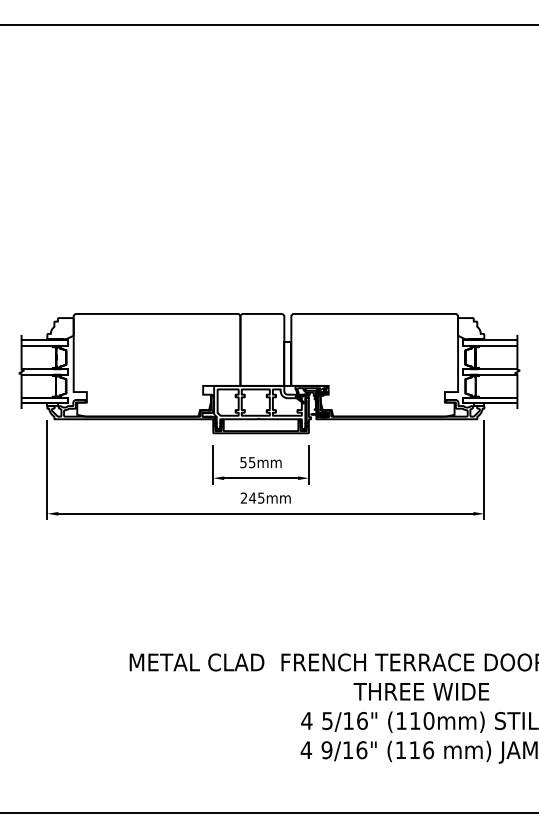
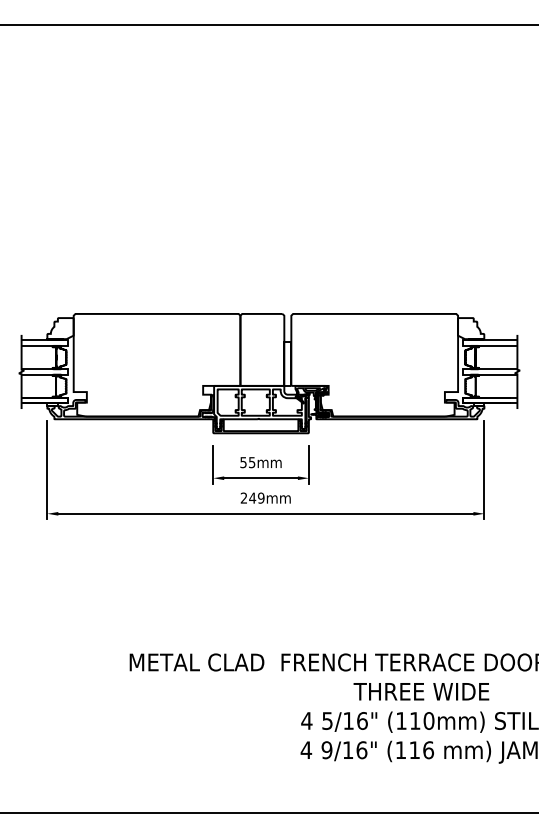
text at (260, 497): 245mm -> 249mm
